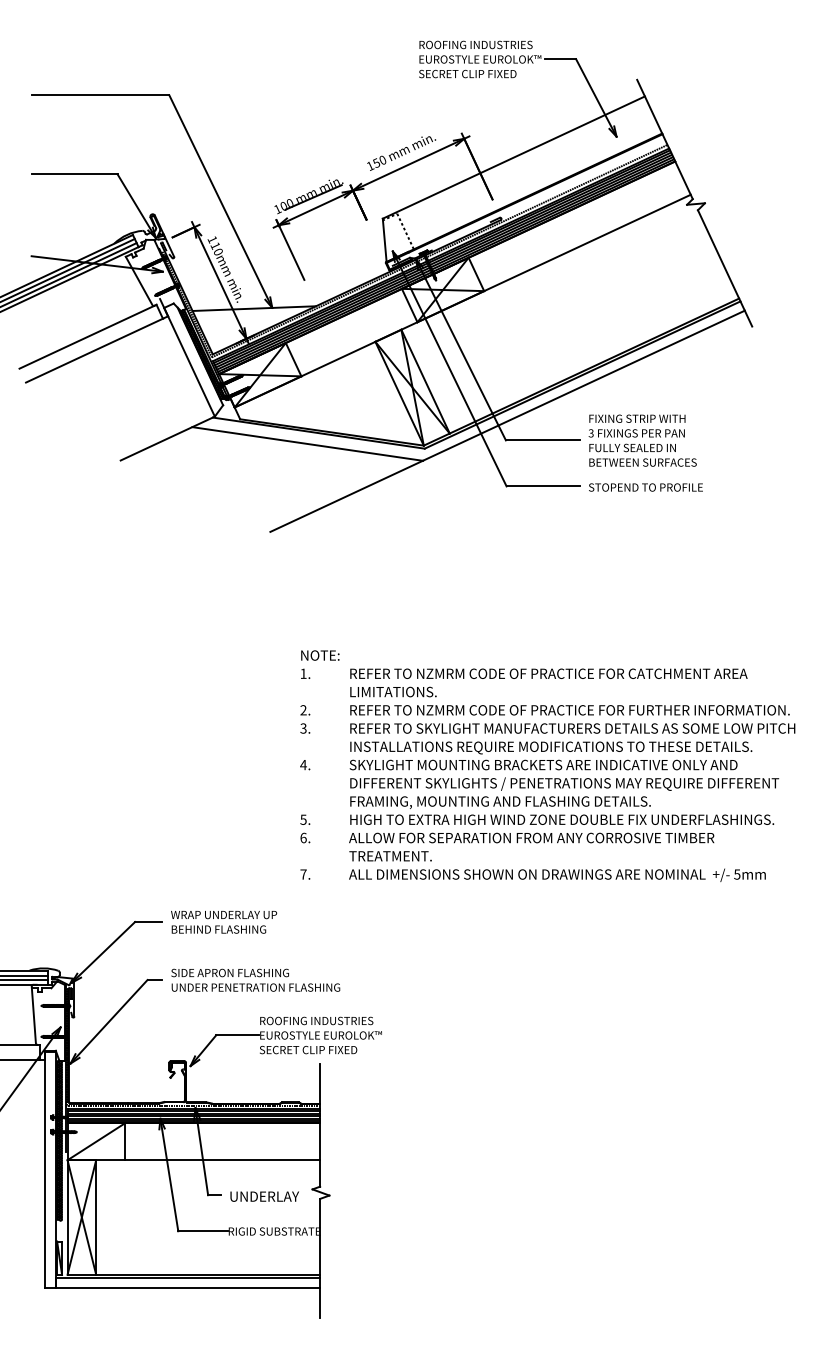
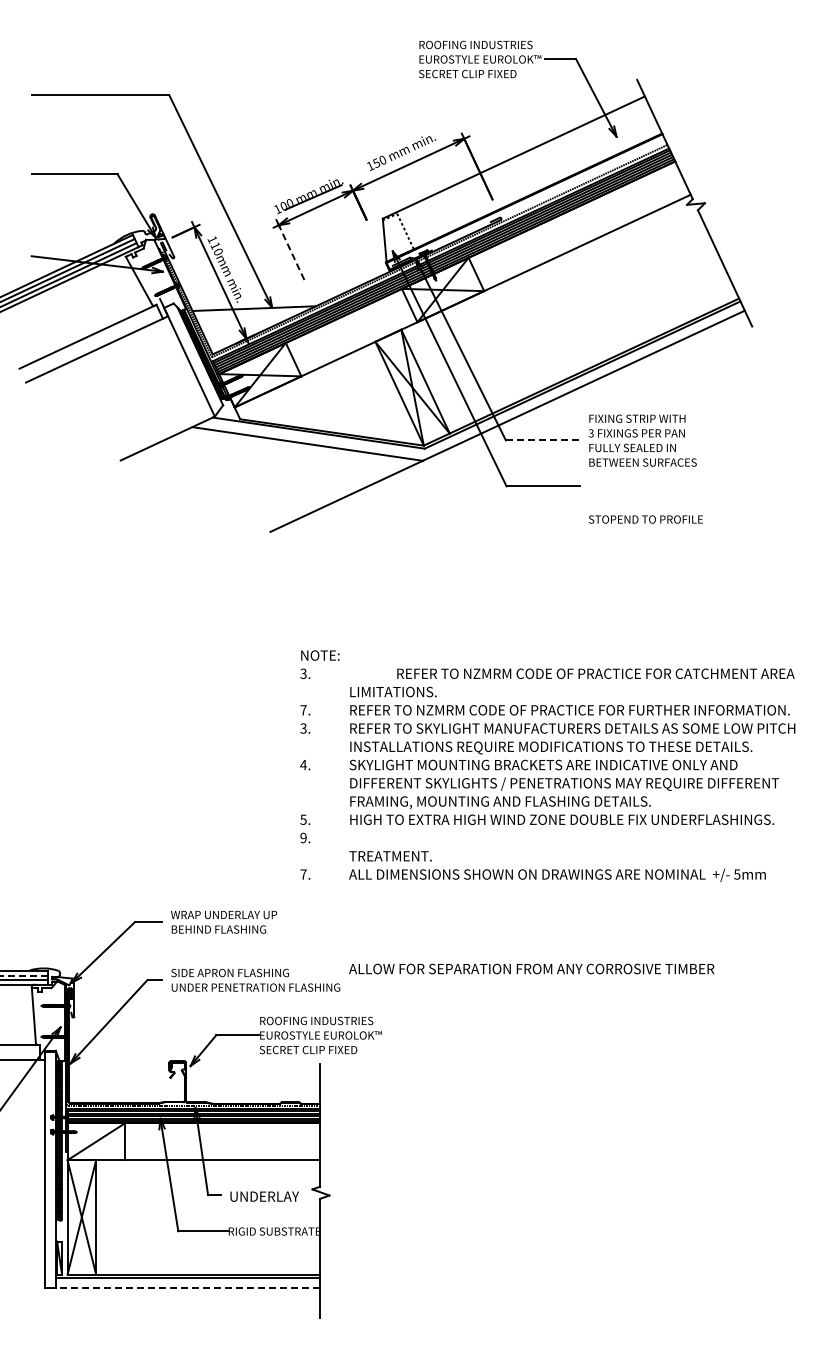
line at (290, 249): solid -> dashed
line at (542, 440): solid -> dashed
text at (645, 487) position: (645, 487) -> (645, 519)
text at (303, 673): 1. -> 3.
text at (548, 673) position: (548, 673) -> (595, 673)
text at (303, 710): 2. -> 7.
text at (303, 837): 6. -> 9.
text at (531, 837) position: (531, 837) -> (531, 968)
line at (24, 975): solid -> dashed
line at (187, 1288): solid -> dashed
